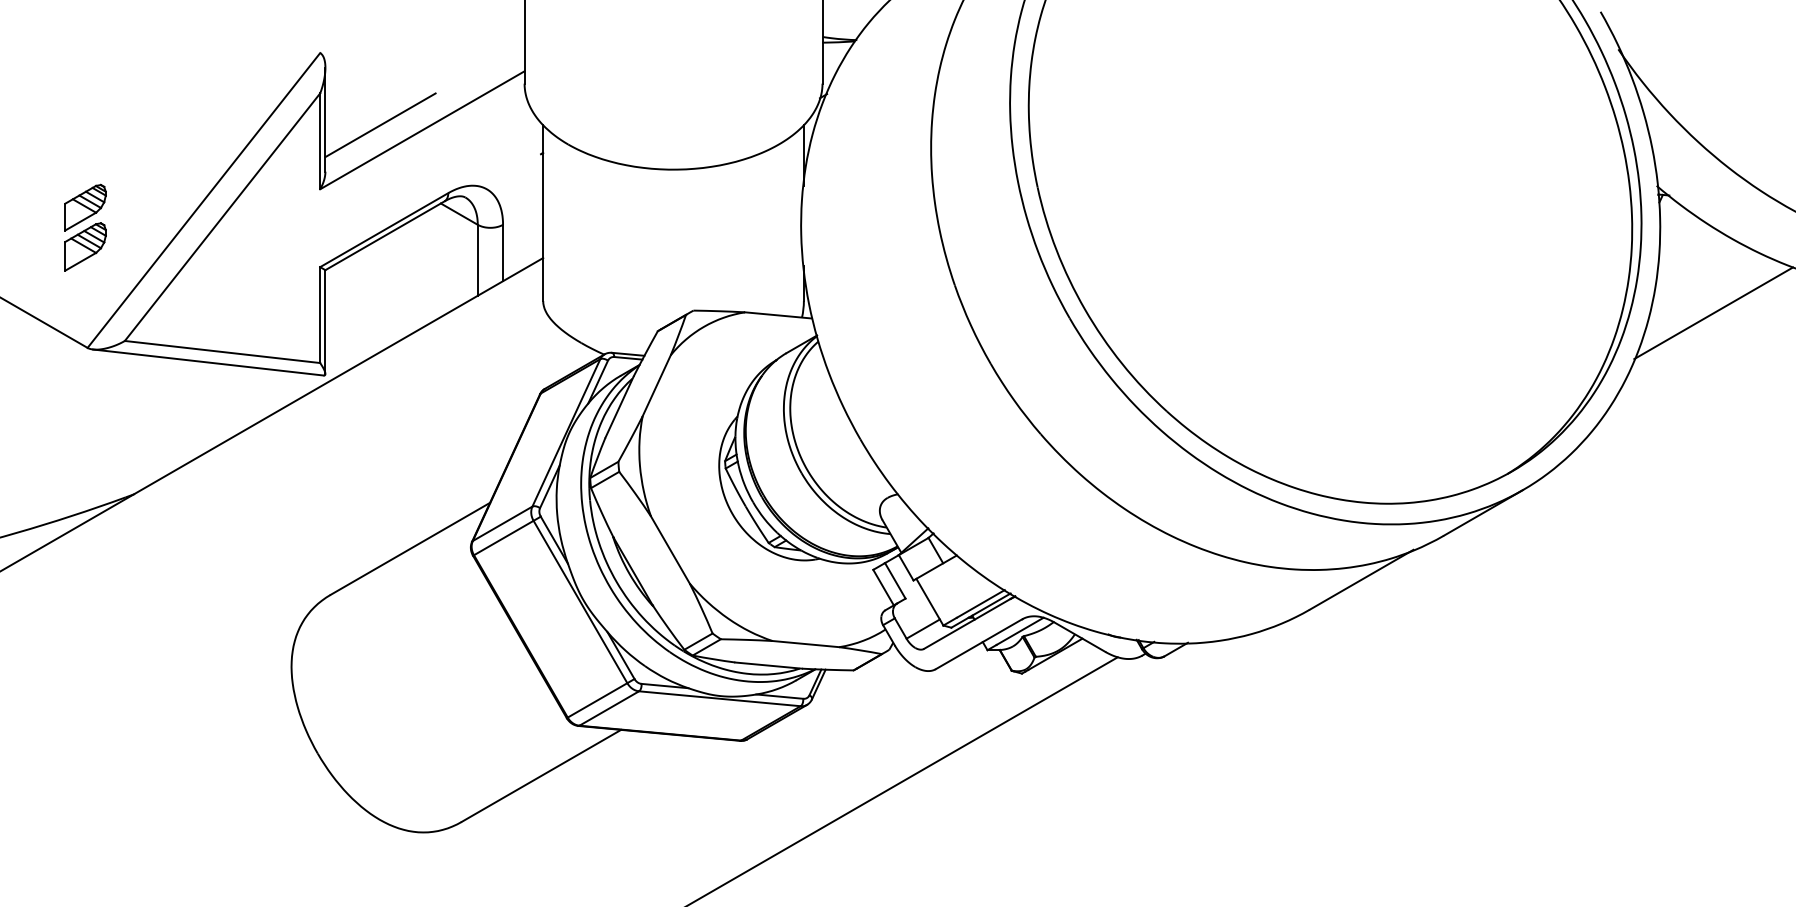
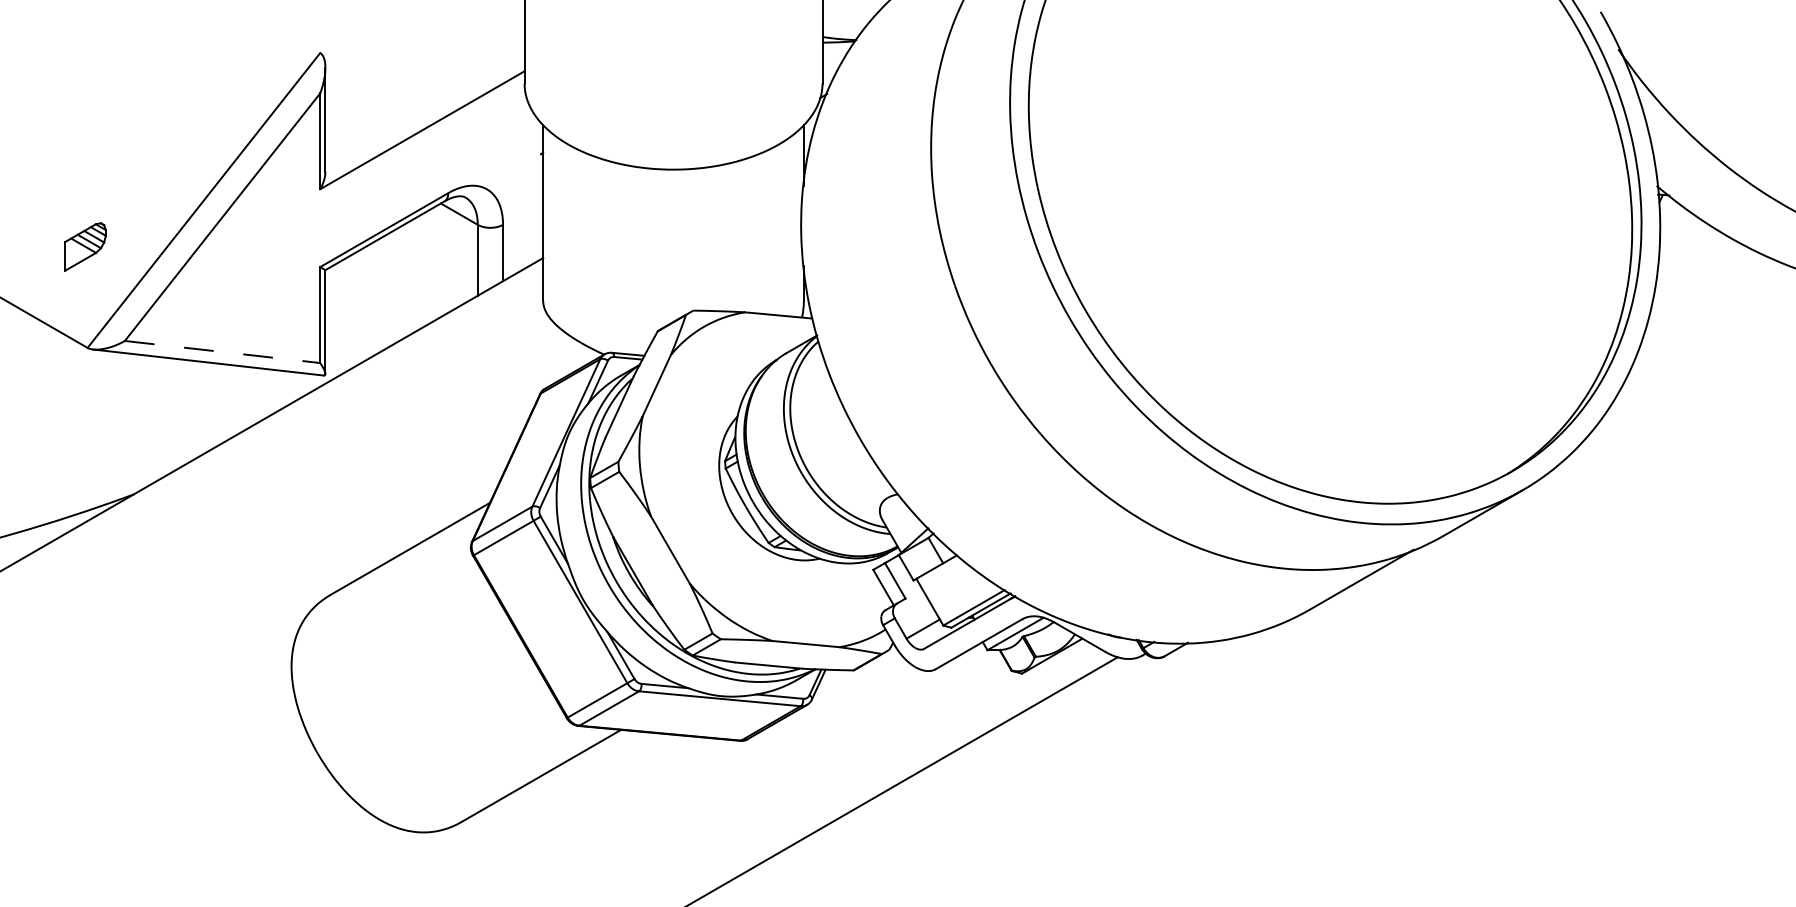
line at (380, 125): present -> none
part at (85, 207): present -> none
line at (1713, 313): present -> none
line at (223, 352): solid -> dashed
